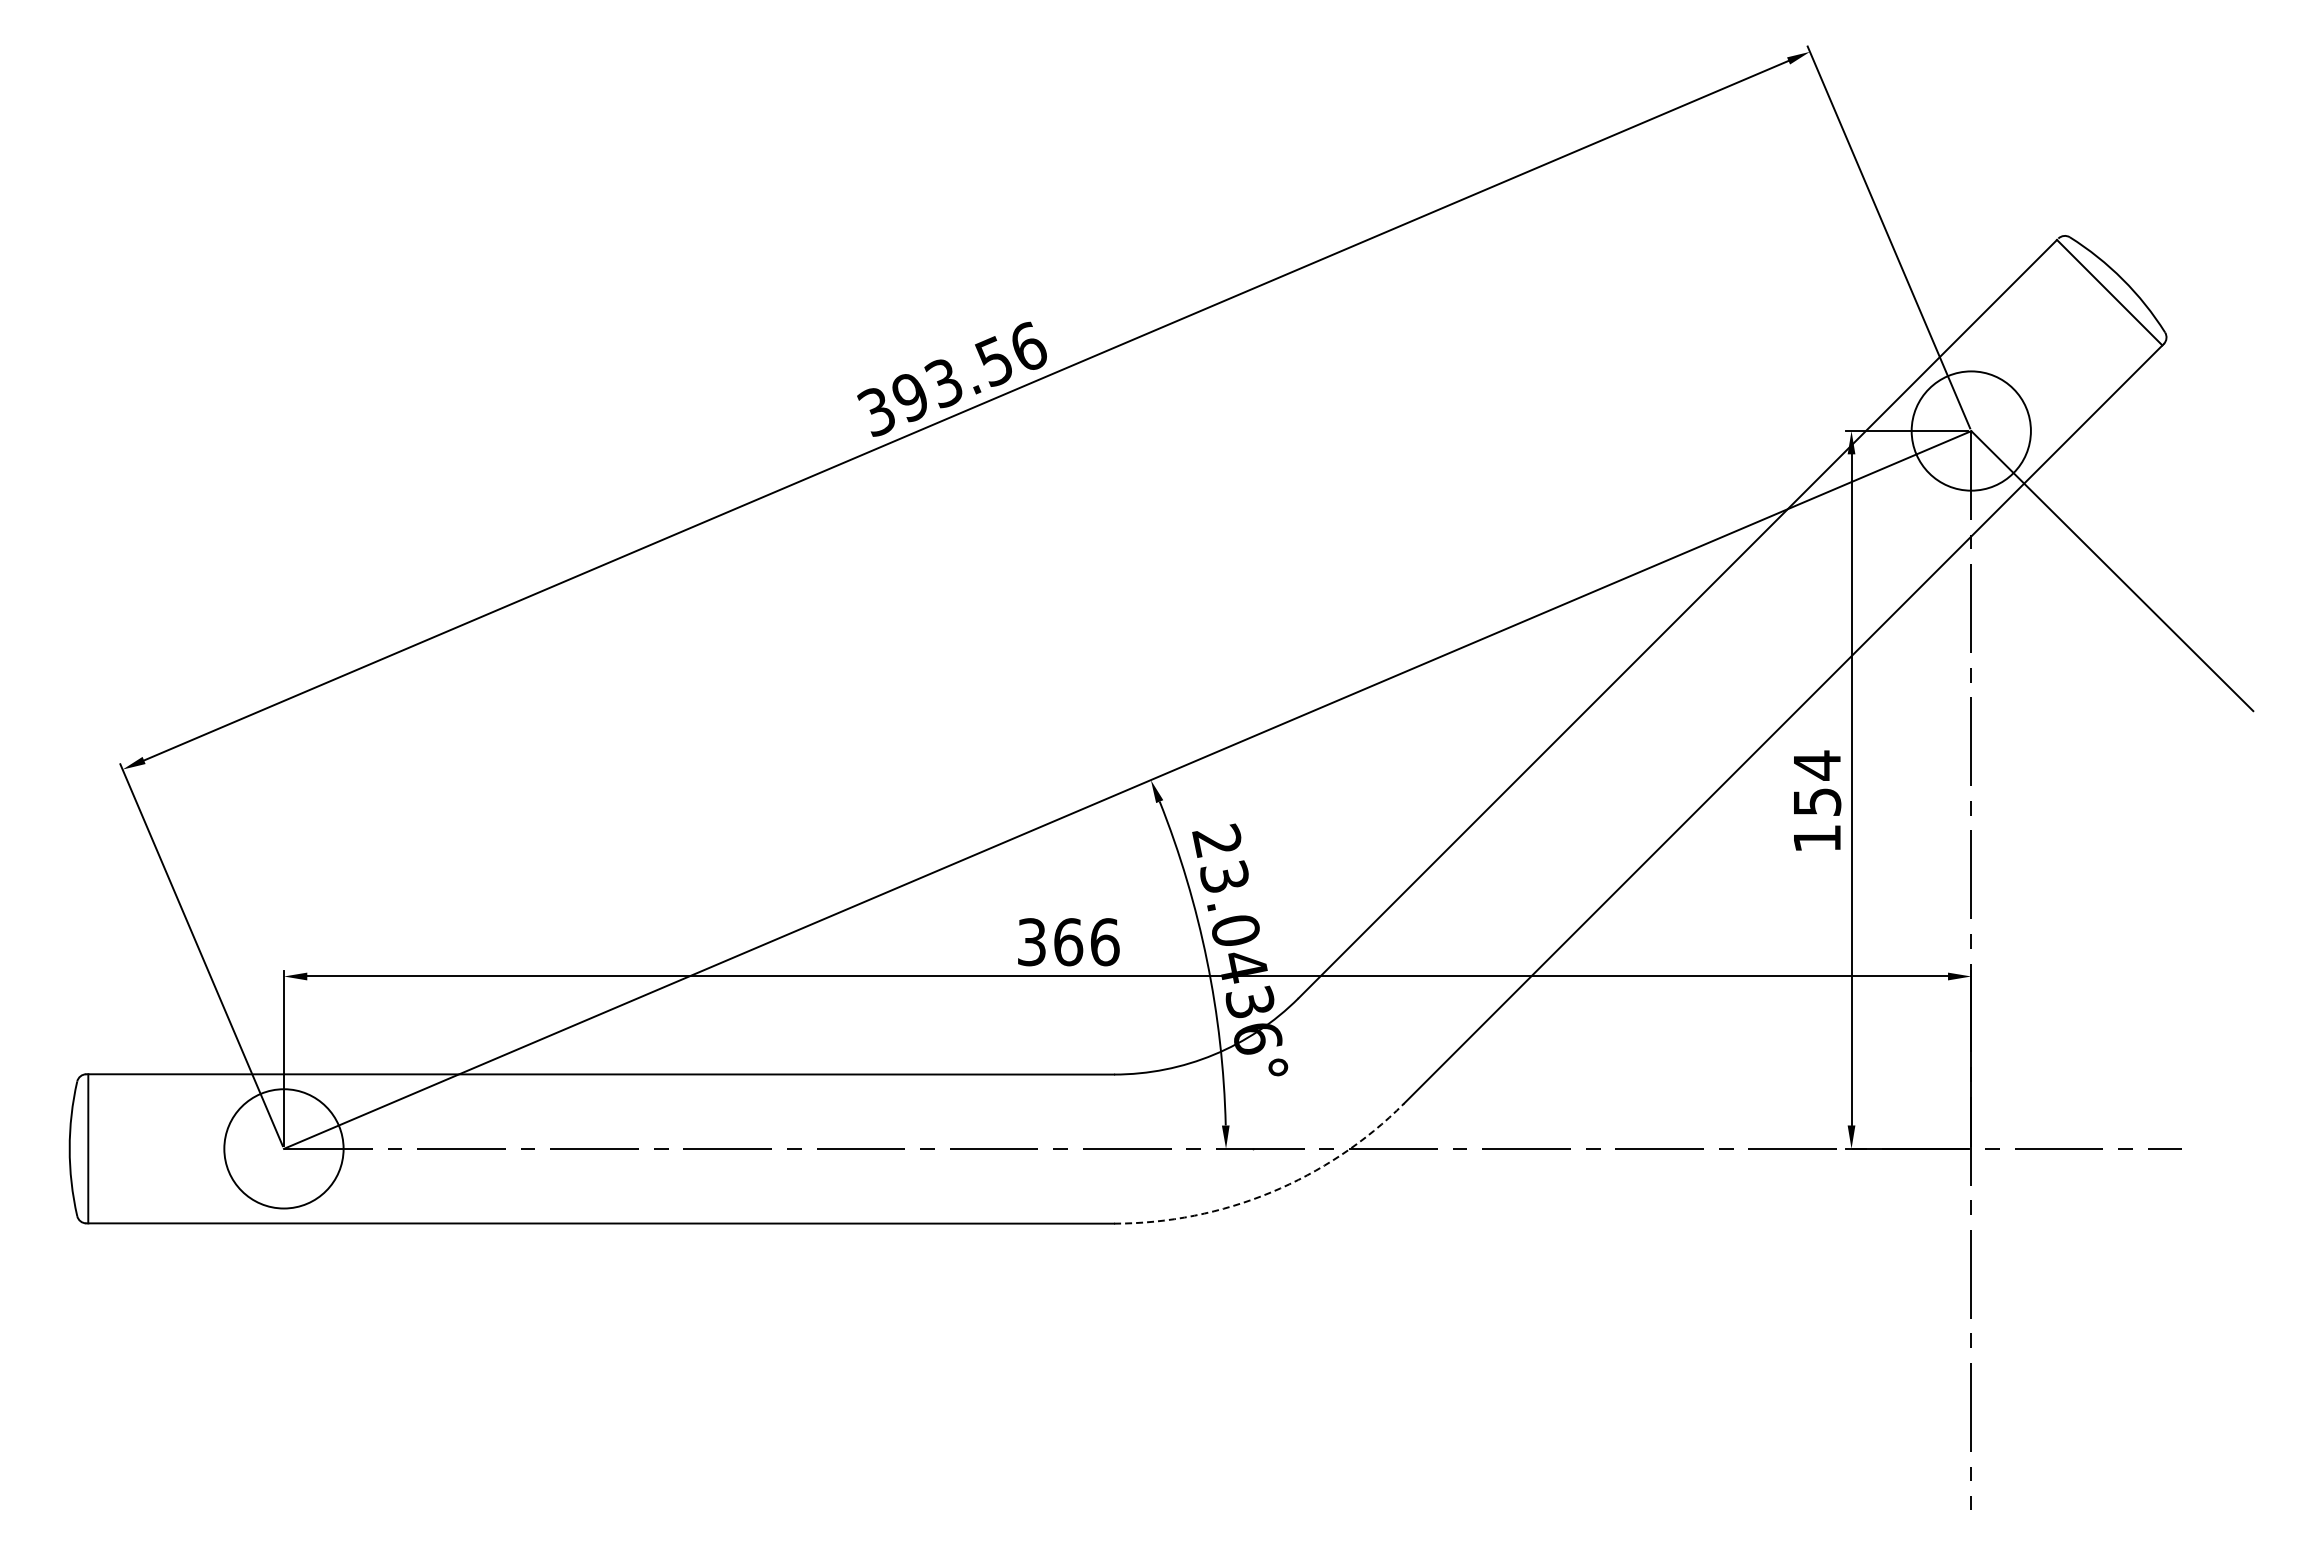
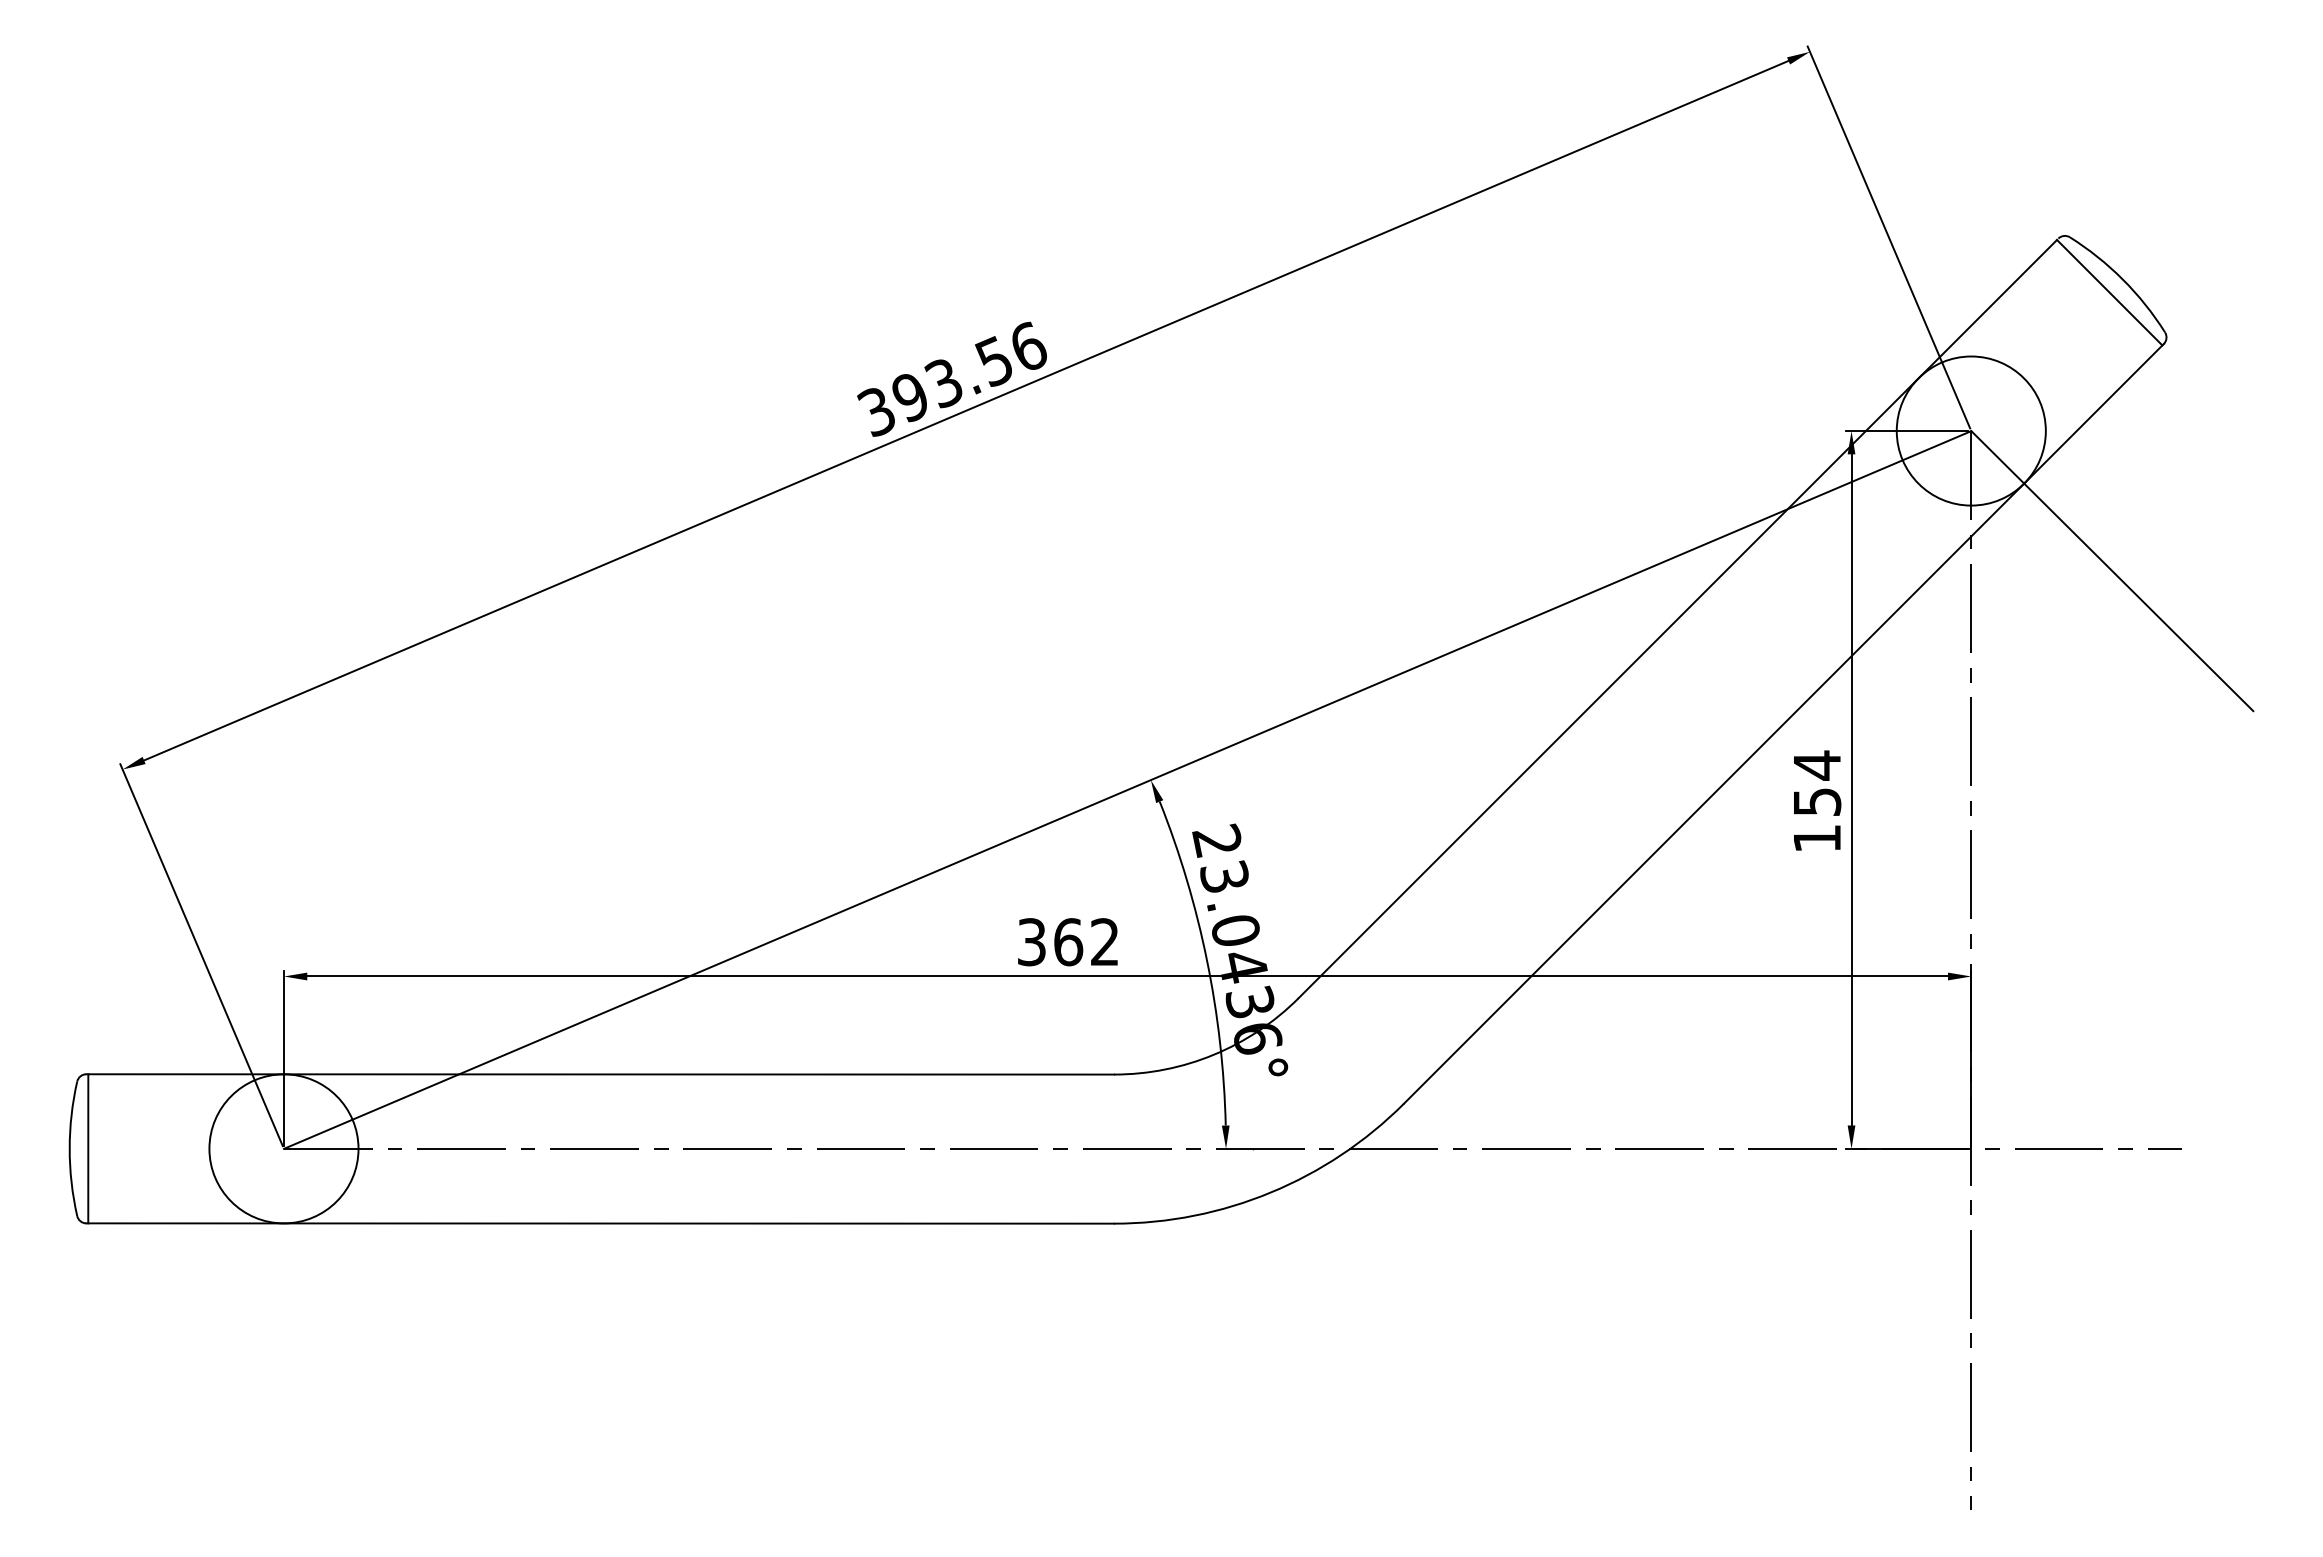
circle at (1970, 430) diameter: 119 px -> 149 px
text at (1104, 942): 366 -> 362
circle at (283, 1148) diameter: 119 px -> 149 px
arc at (1271, 1192): dashed -> solid
